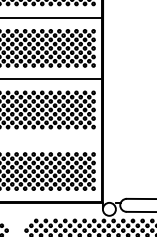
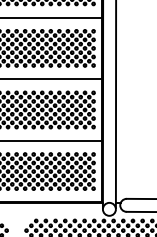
line at (115, 105): none -> present
line at (52, 140): none -> present
